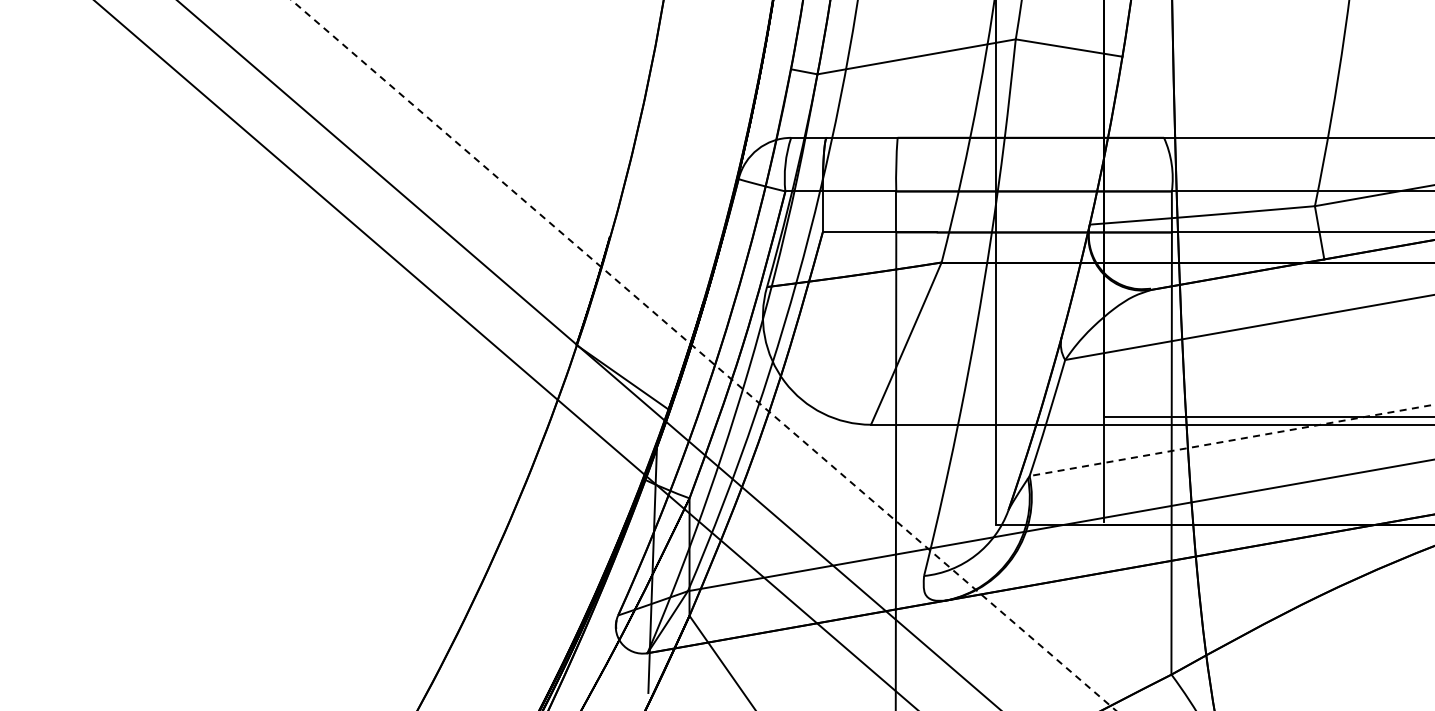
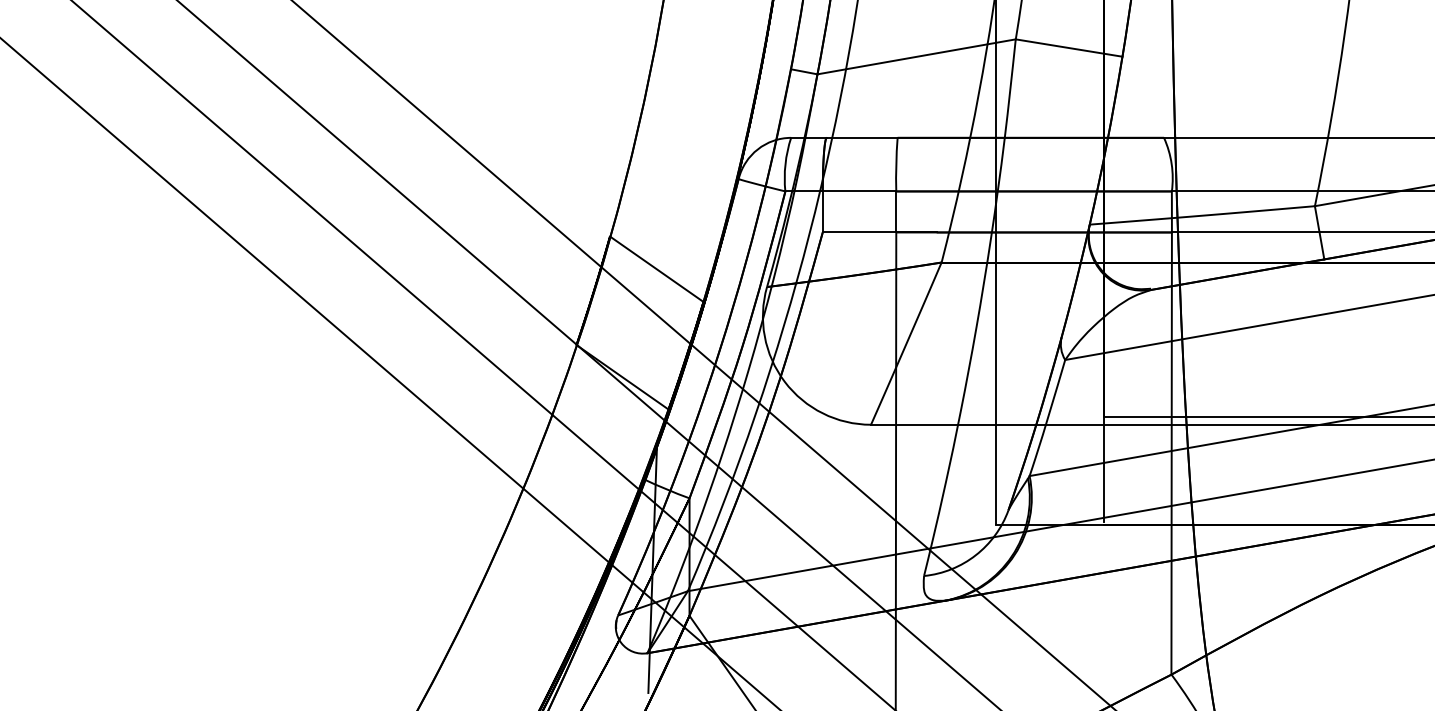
line at (656, 269): none -> present
line at (505, 354) position: (505, 354) -> (482, 354)
line at (703, 355): dashed -> solid
line at (389, 373): none -> present
line at (1231, 440): dashed -> solid
